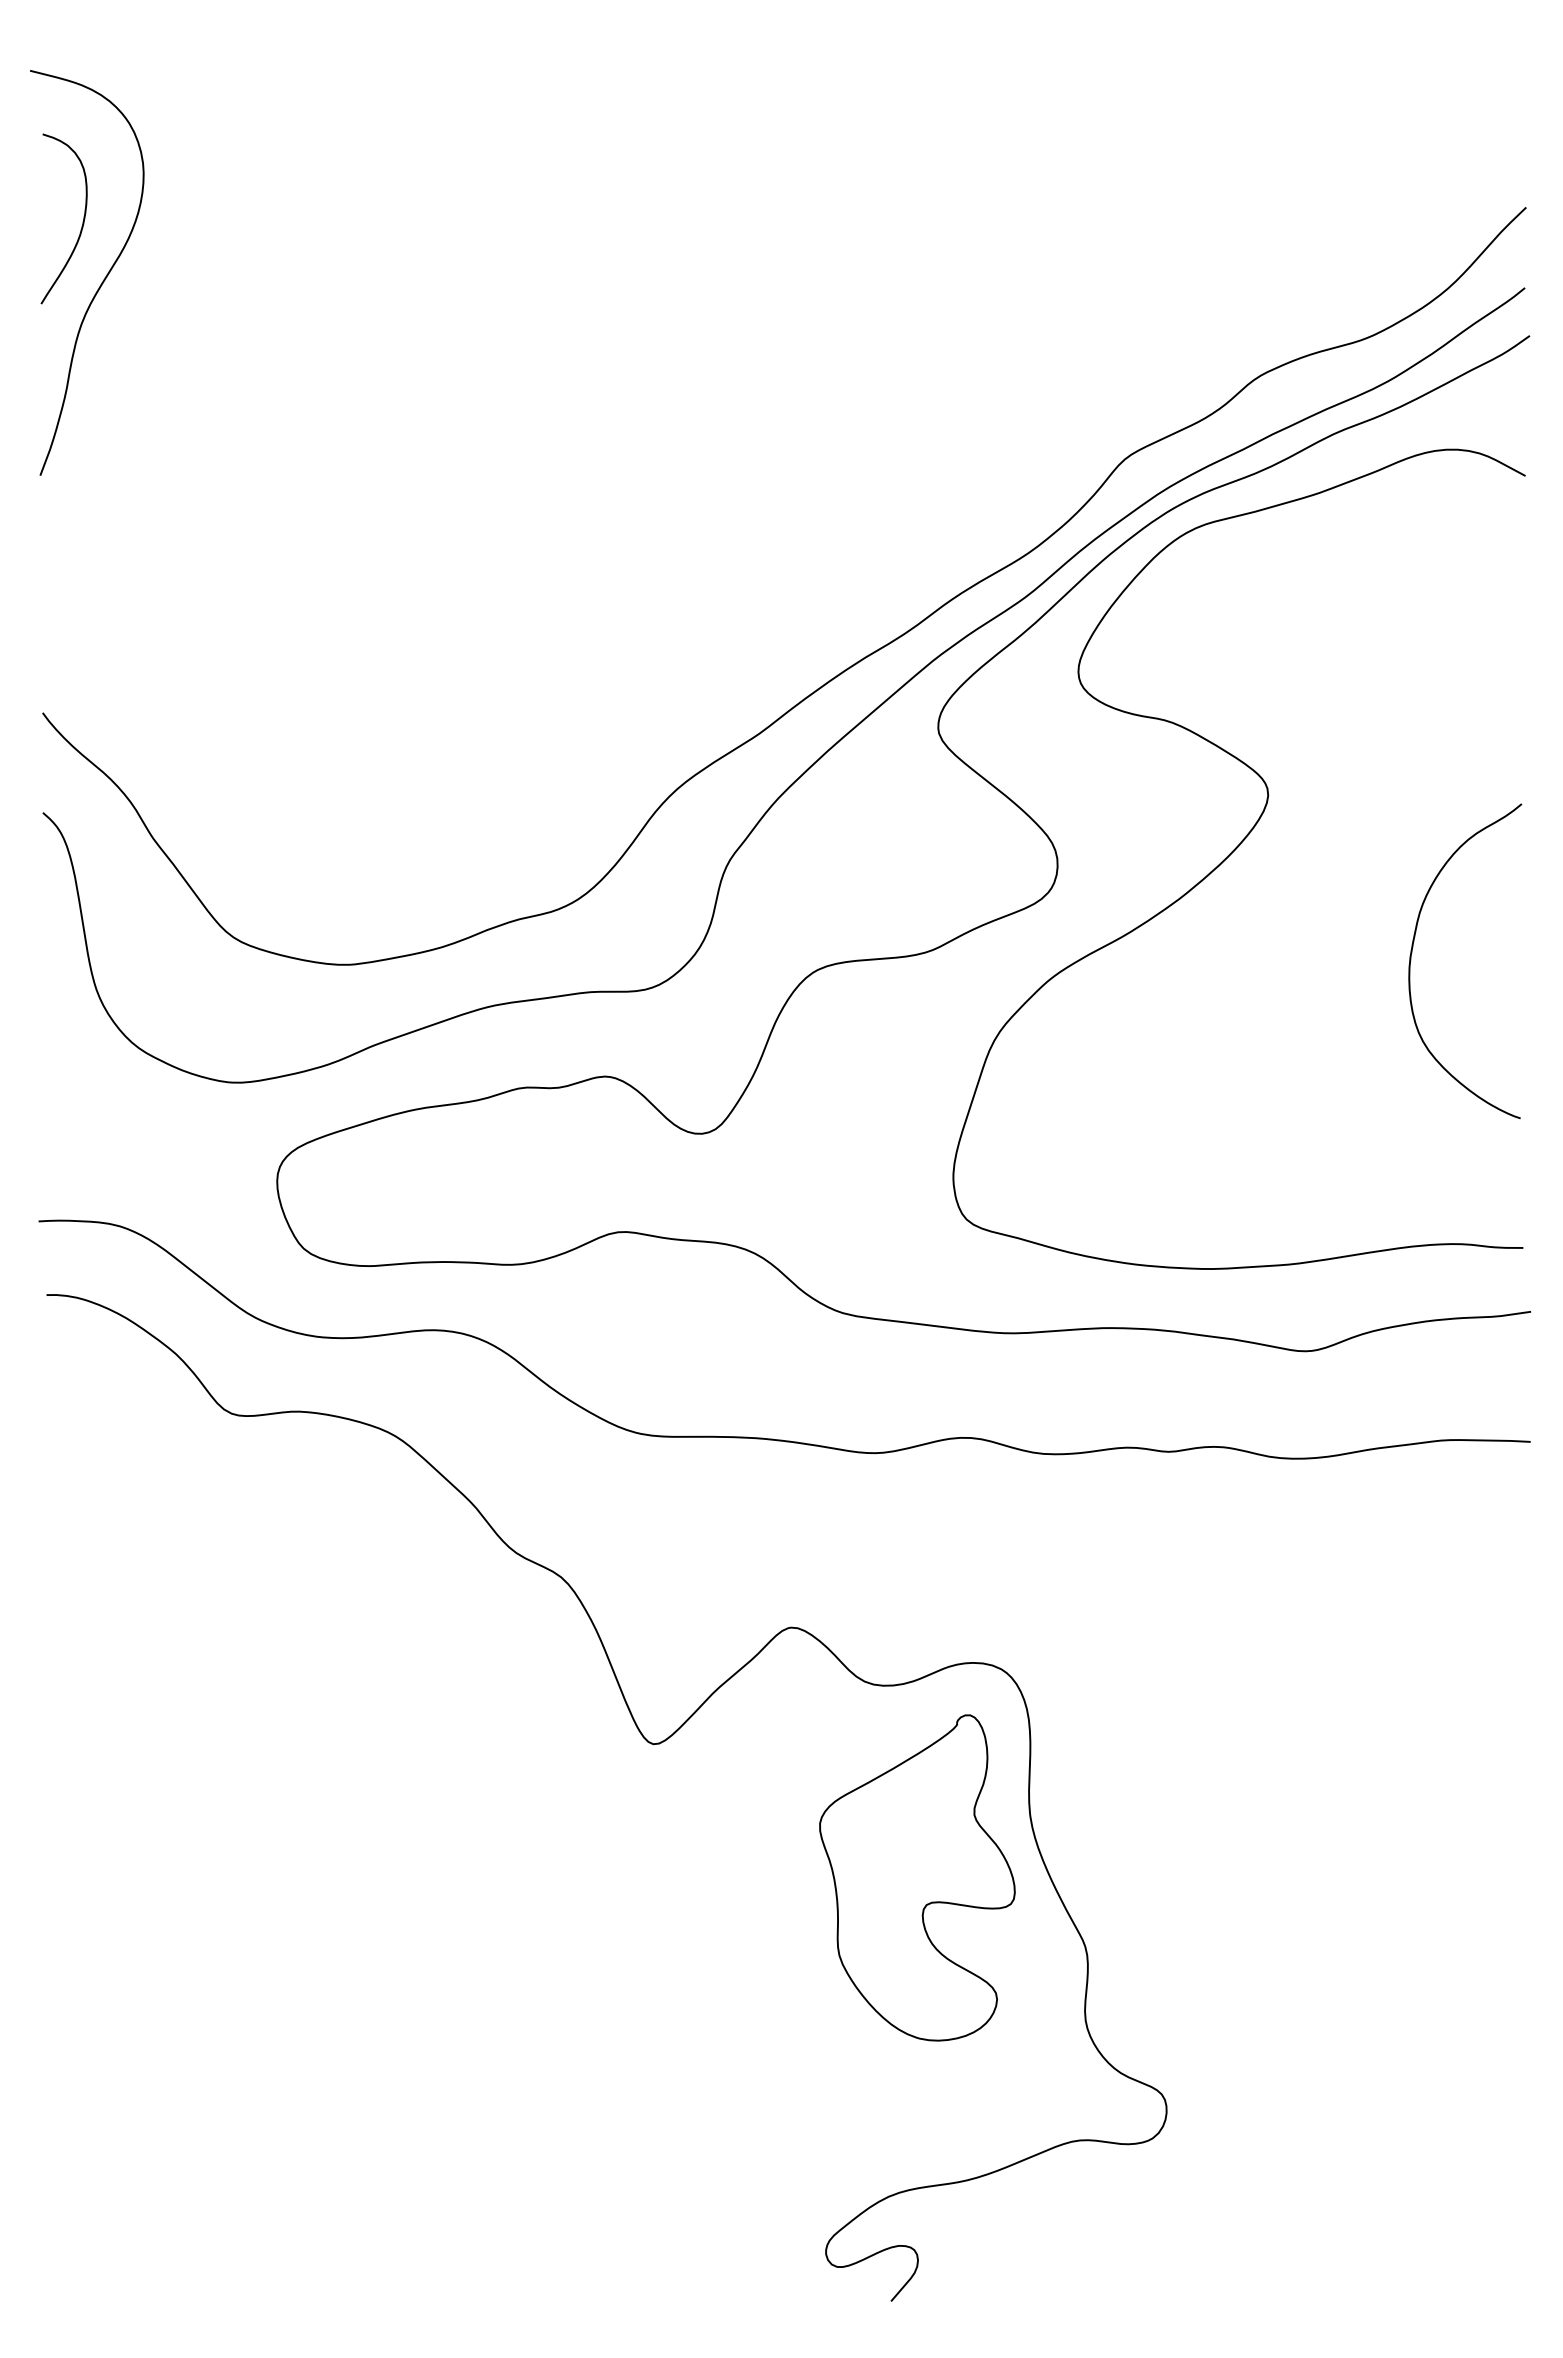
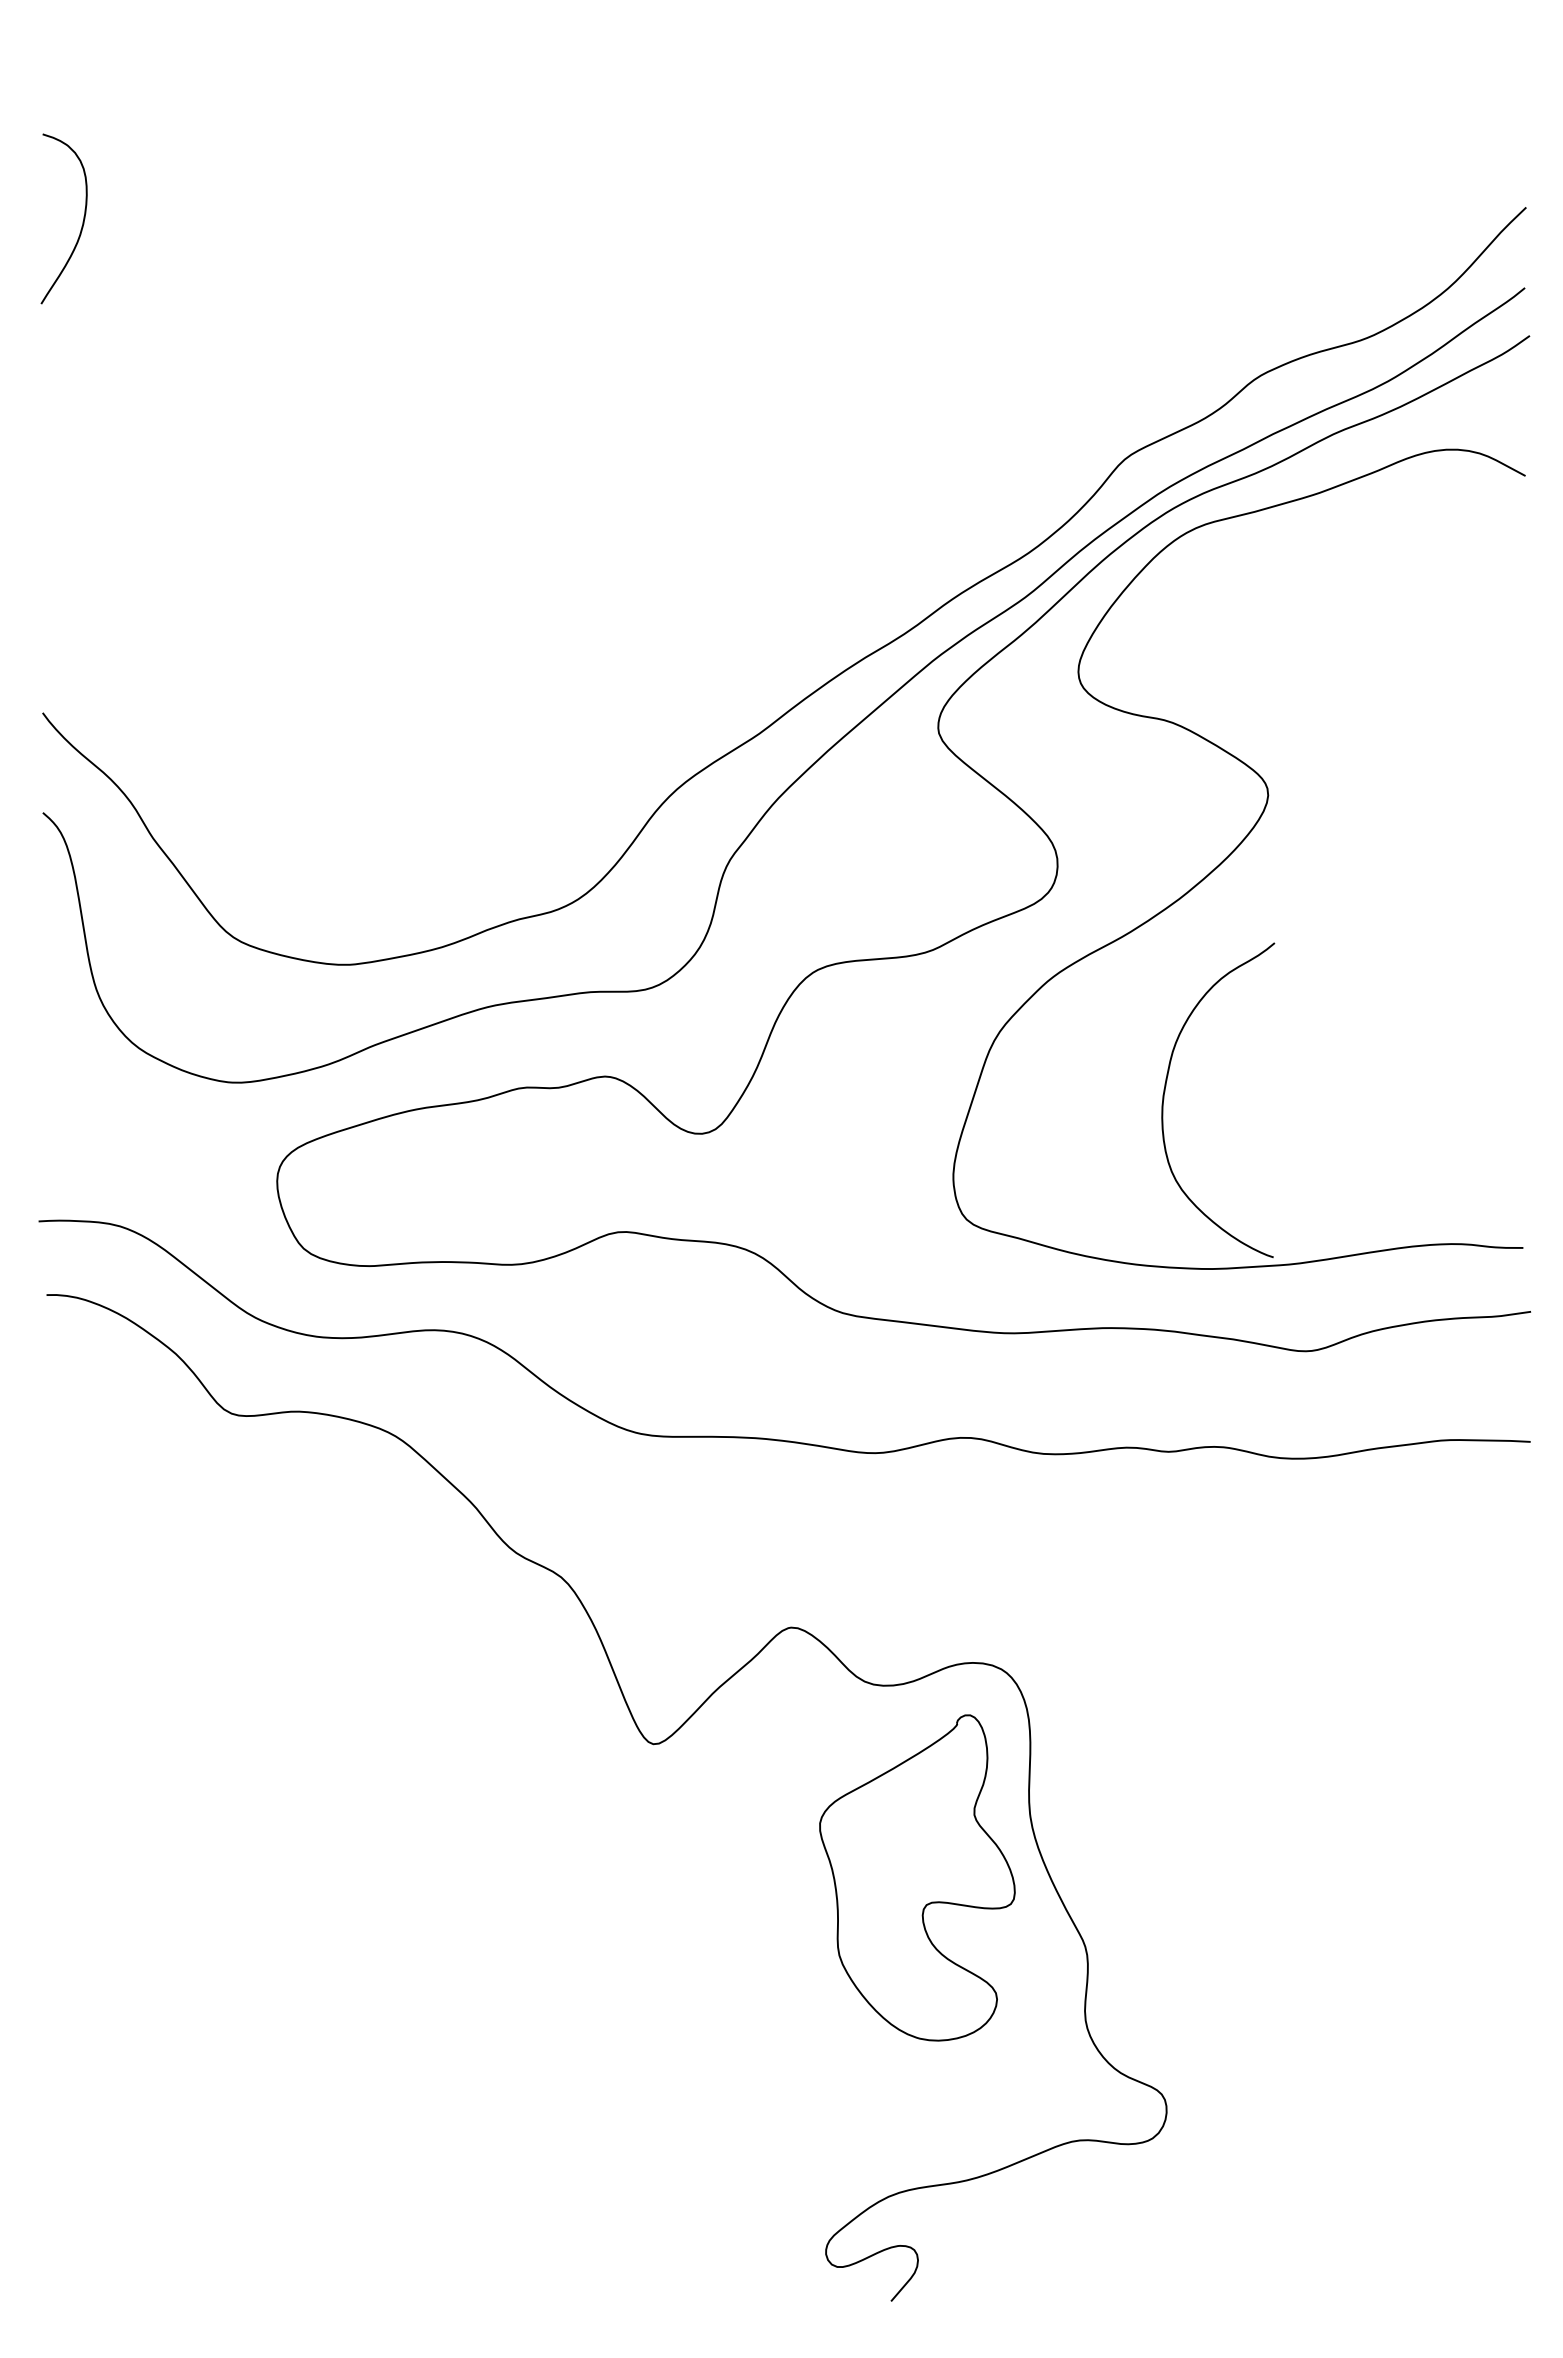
curve at (101, 282): present -> none
curve at (1412, 953) position: (1412, 953) -> (1165, 1092)
